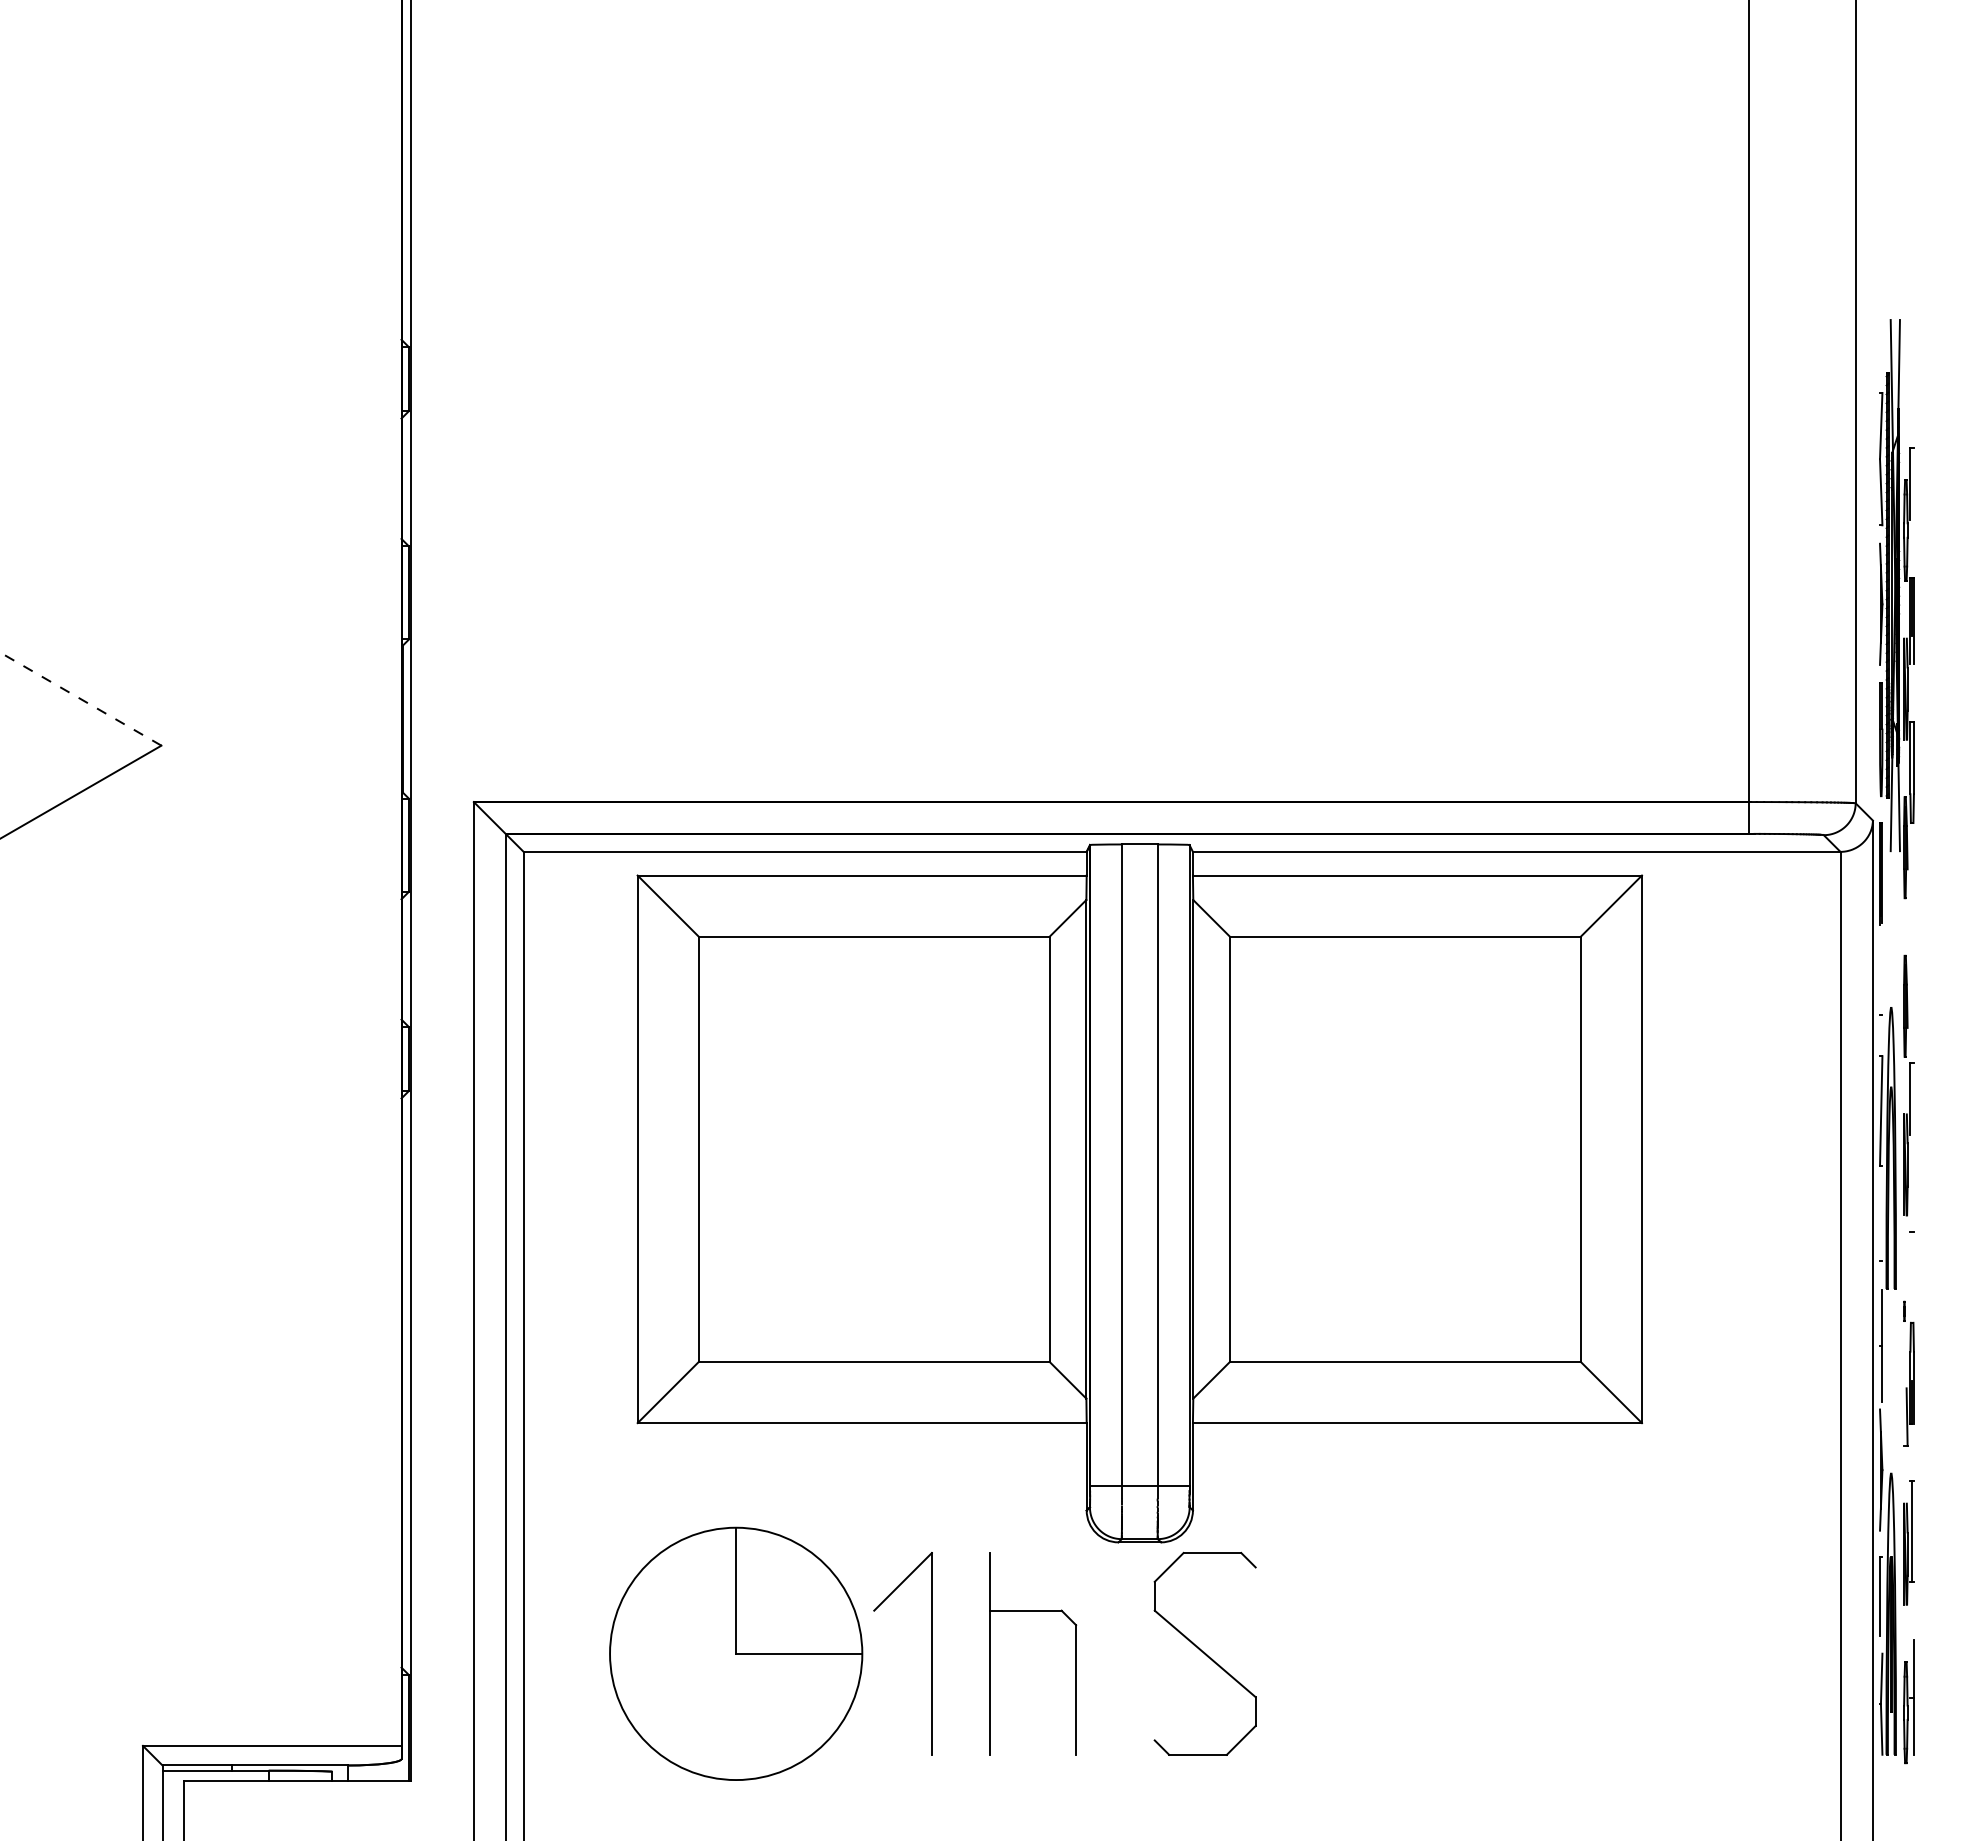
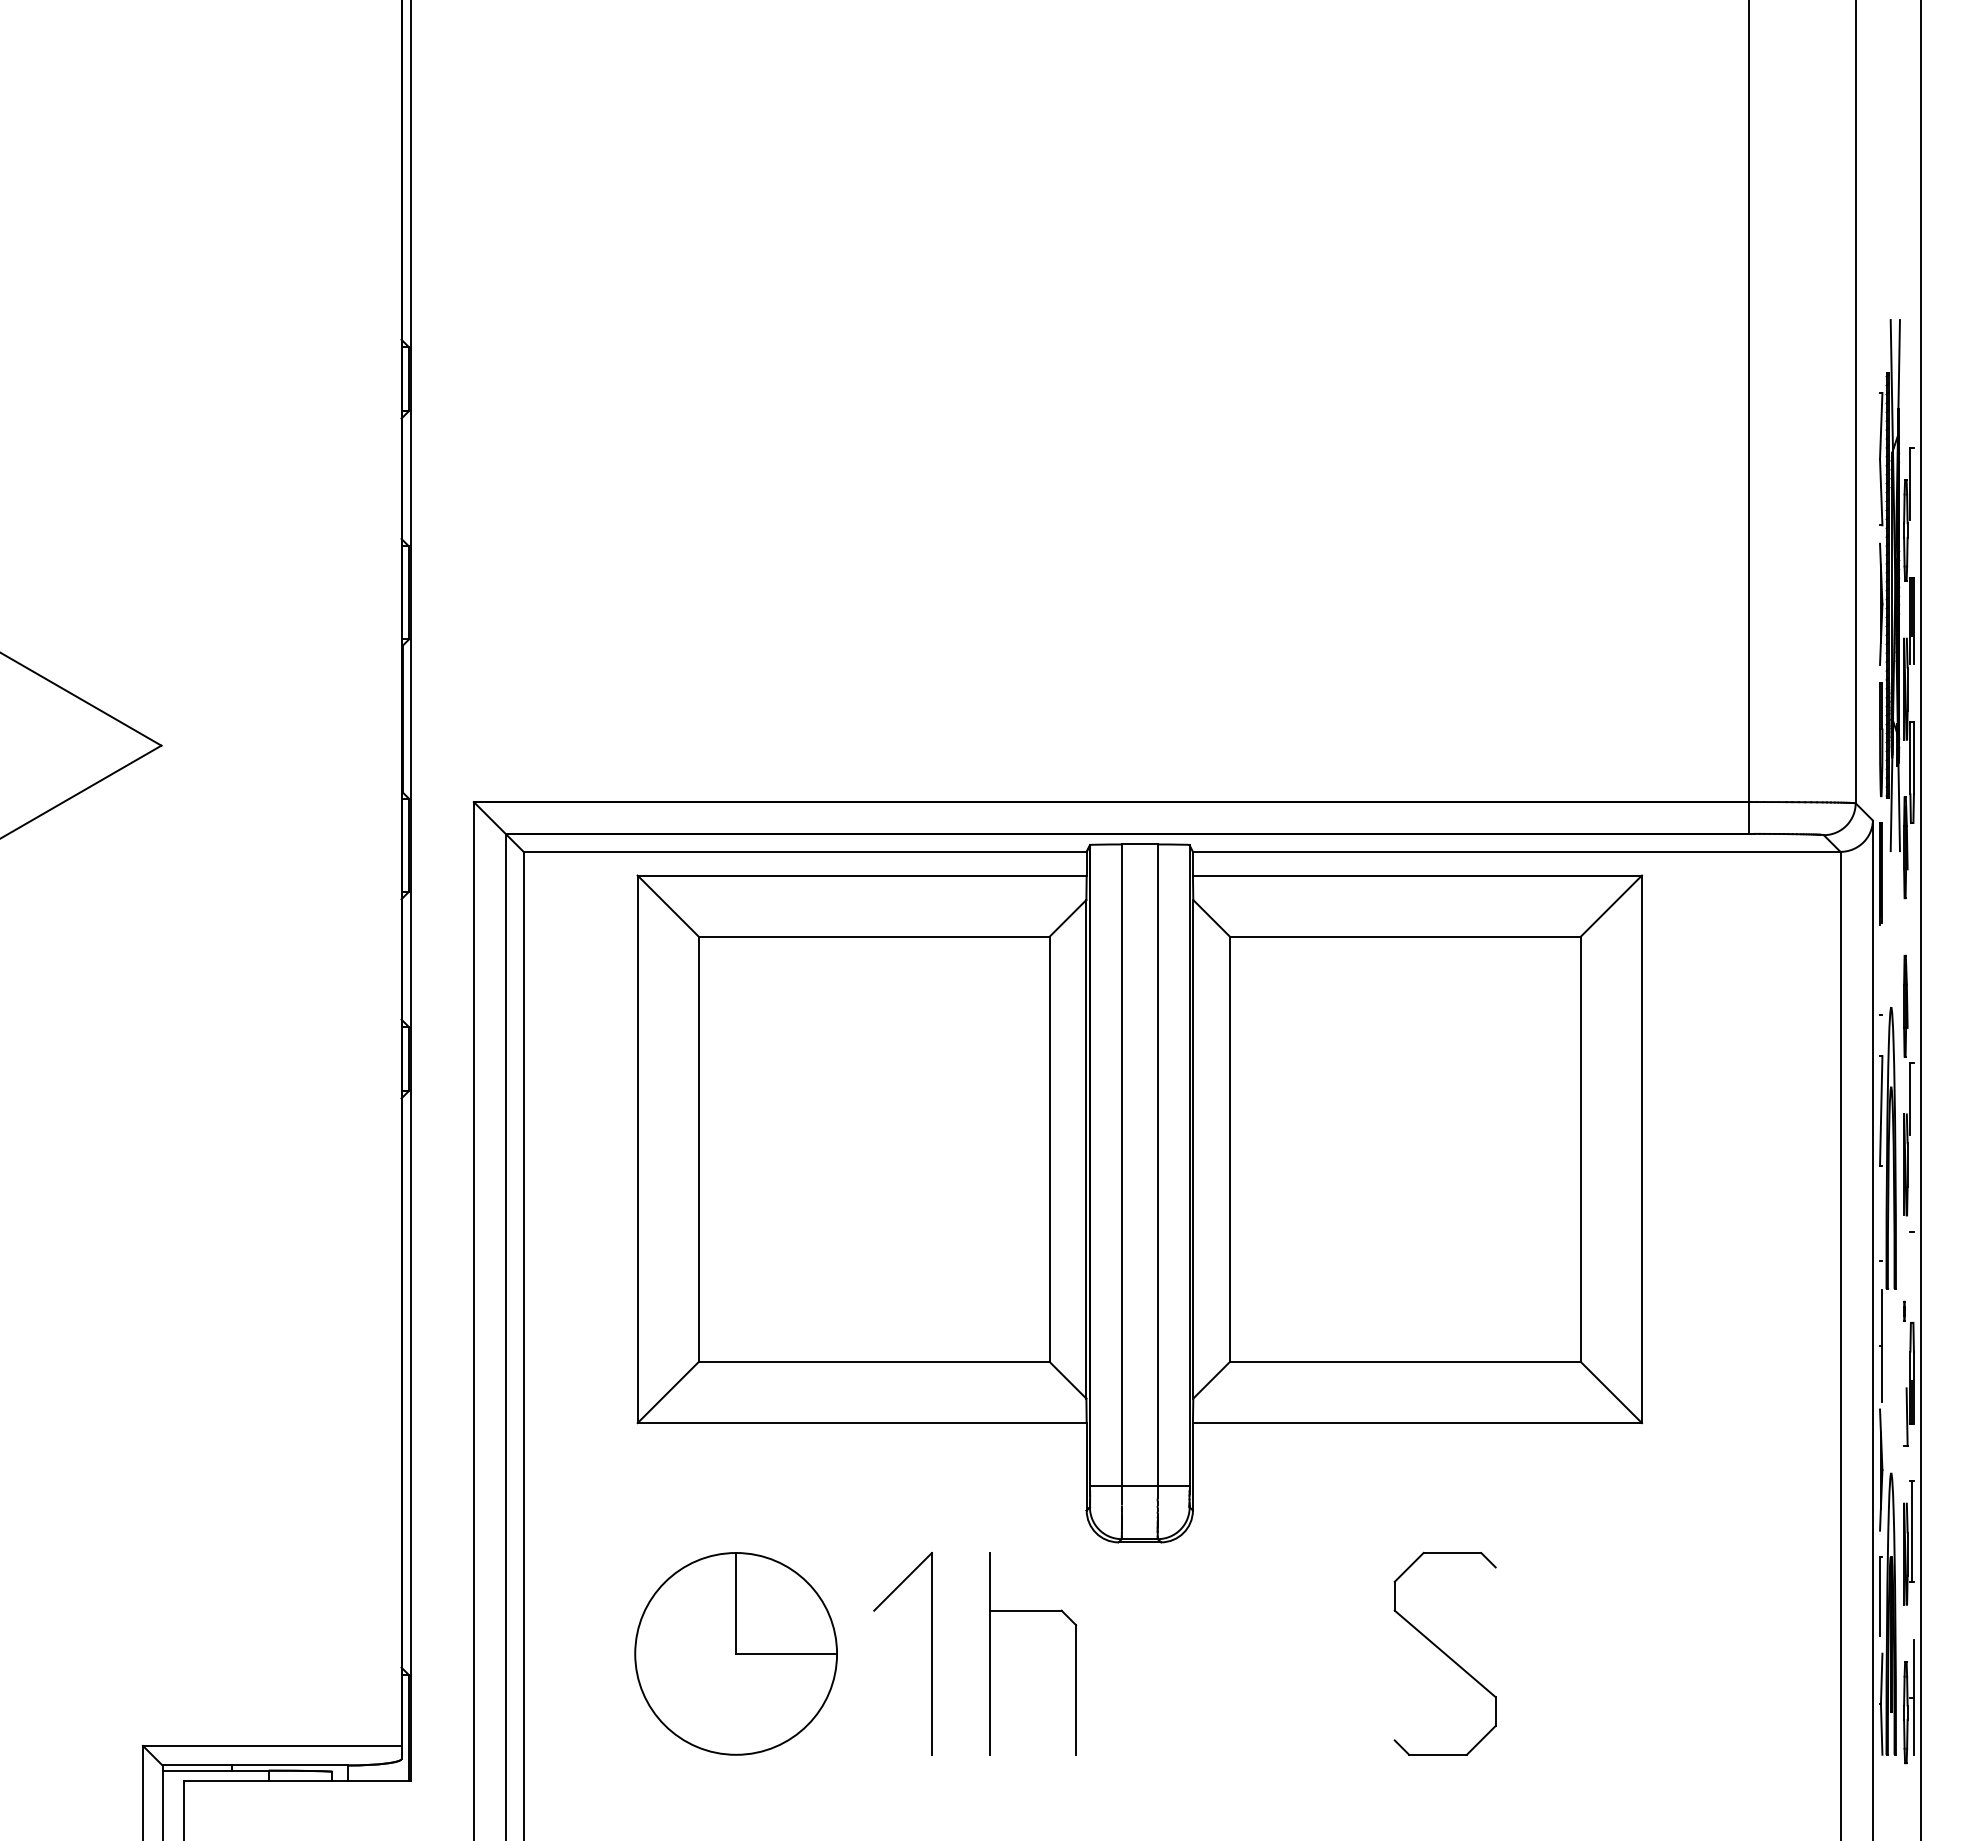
line at (80, 699): dashed -> solid
line at (1920, 919): none -> present
part at (736, 1653) size: 255x255 px -> 204x204 px
part at (1204, 1653) position: (1204, 1653) -> (1444, 1653)
